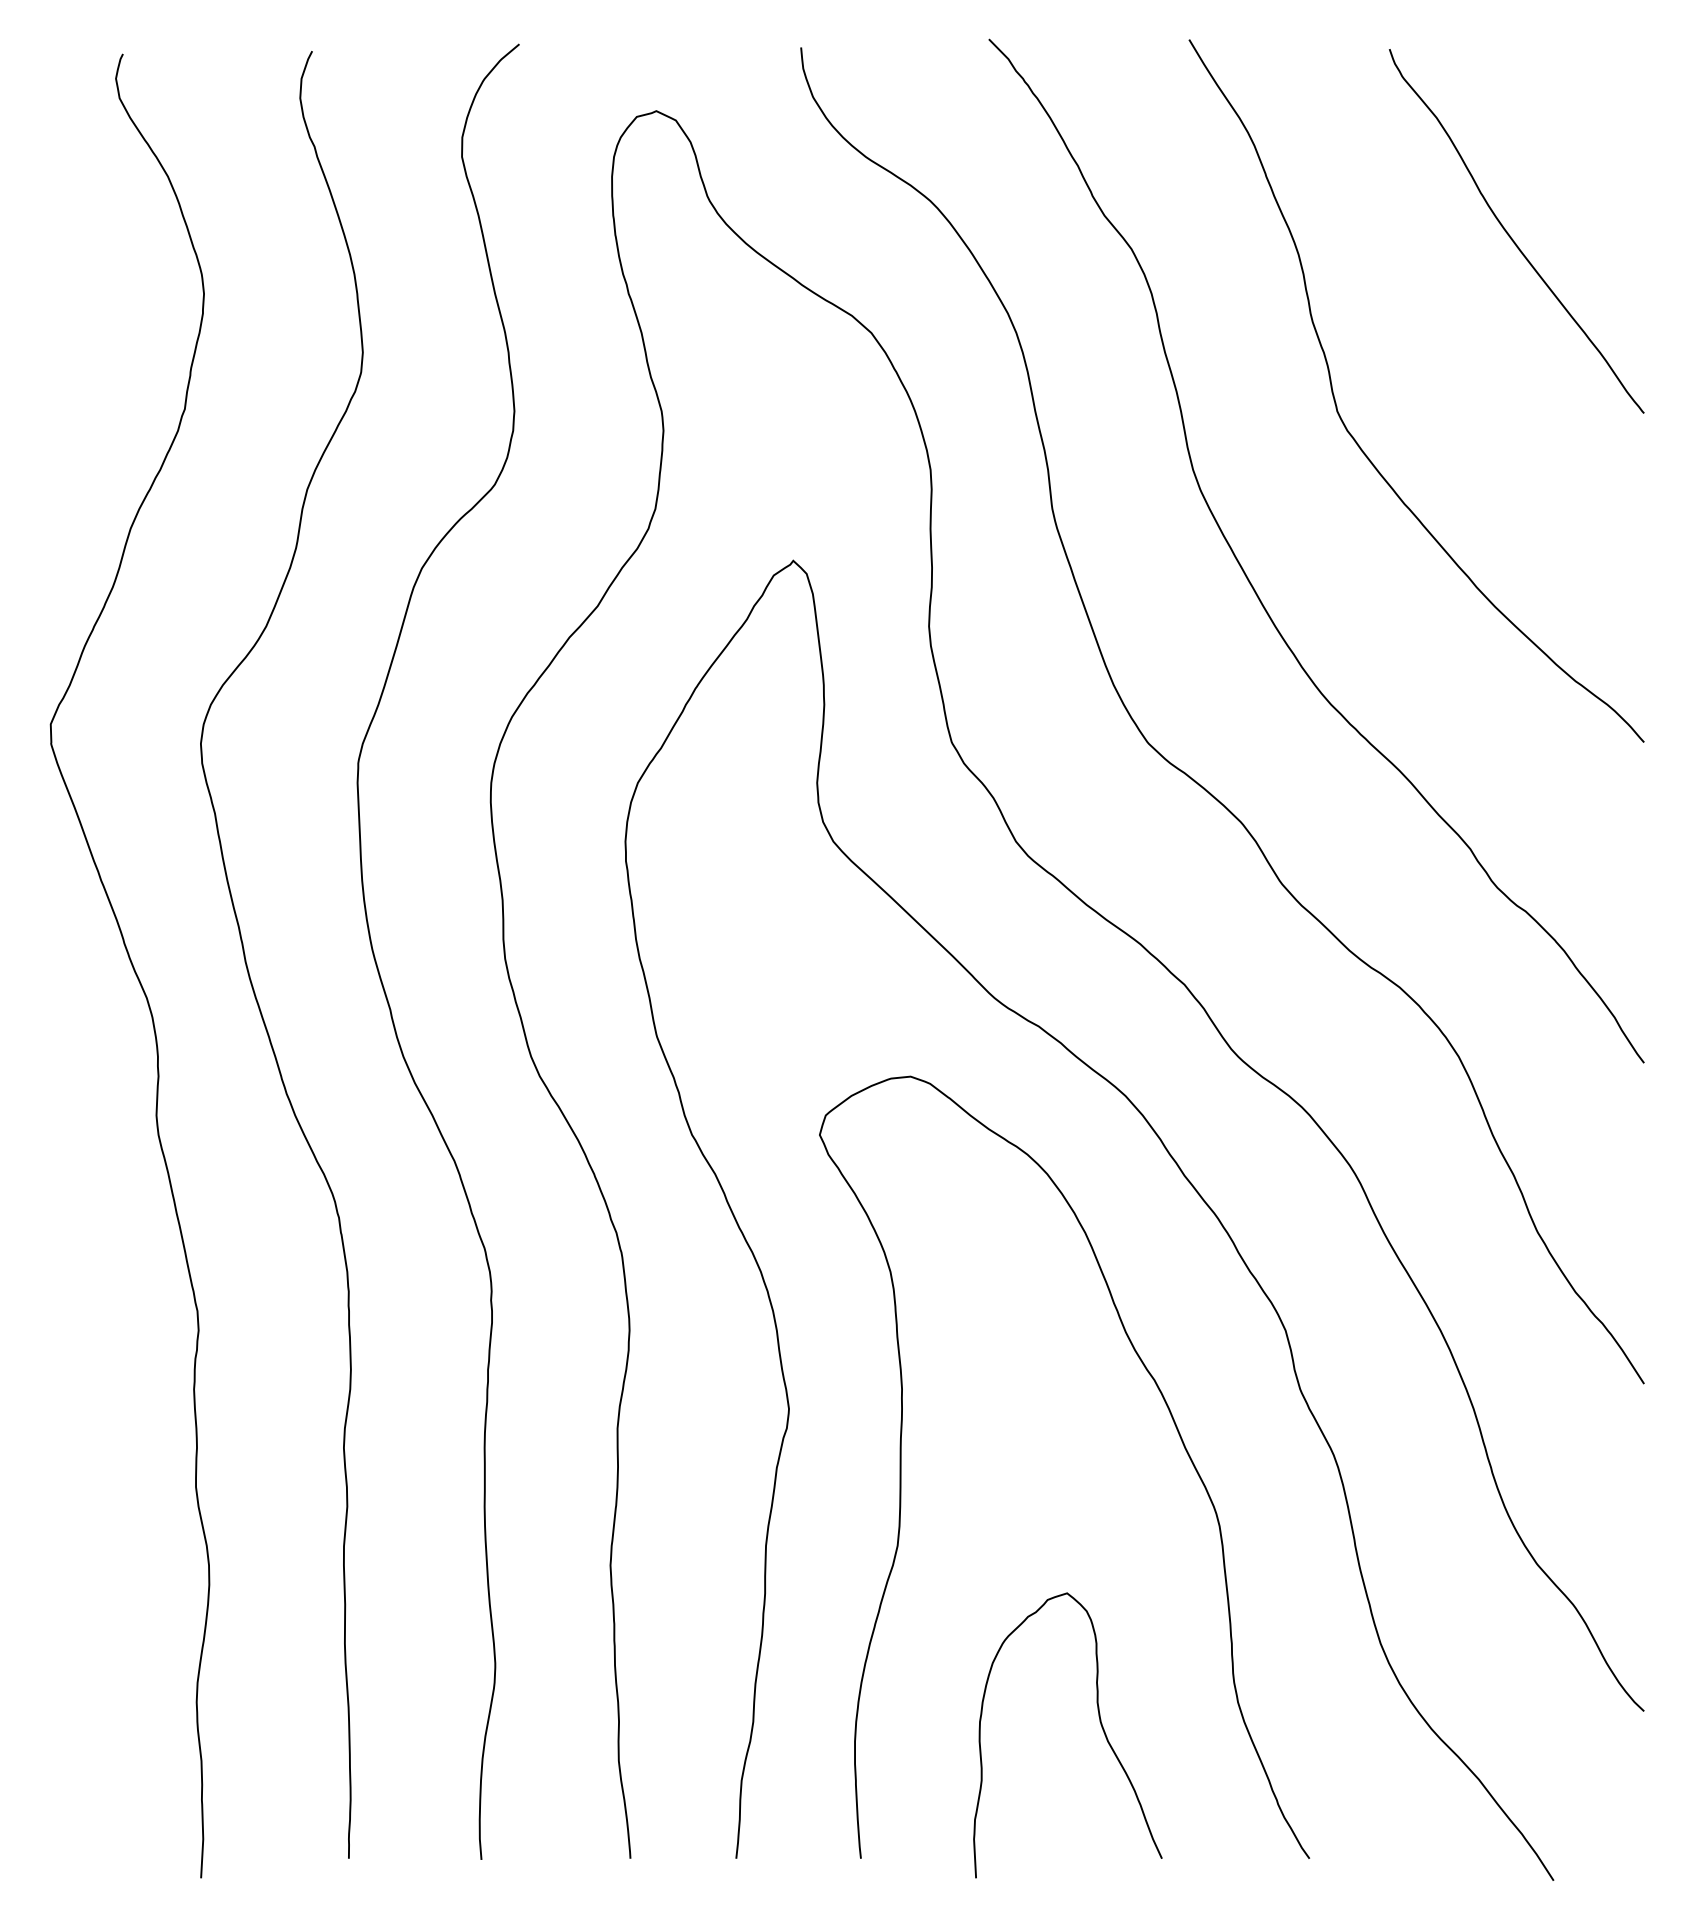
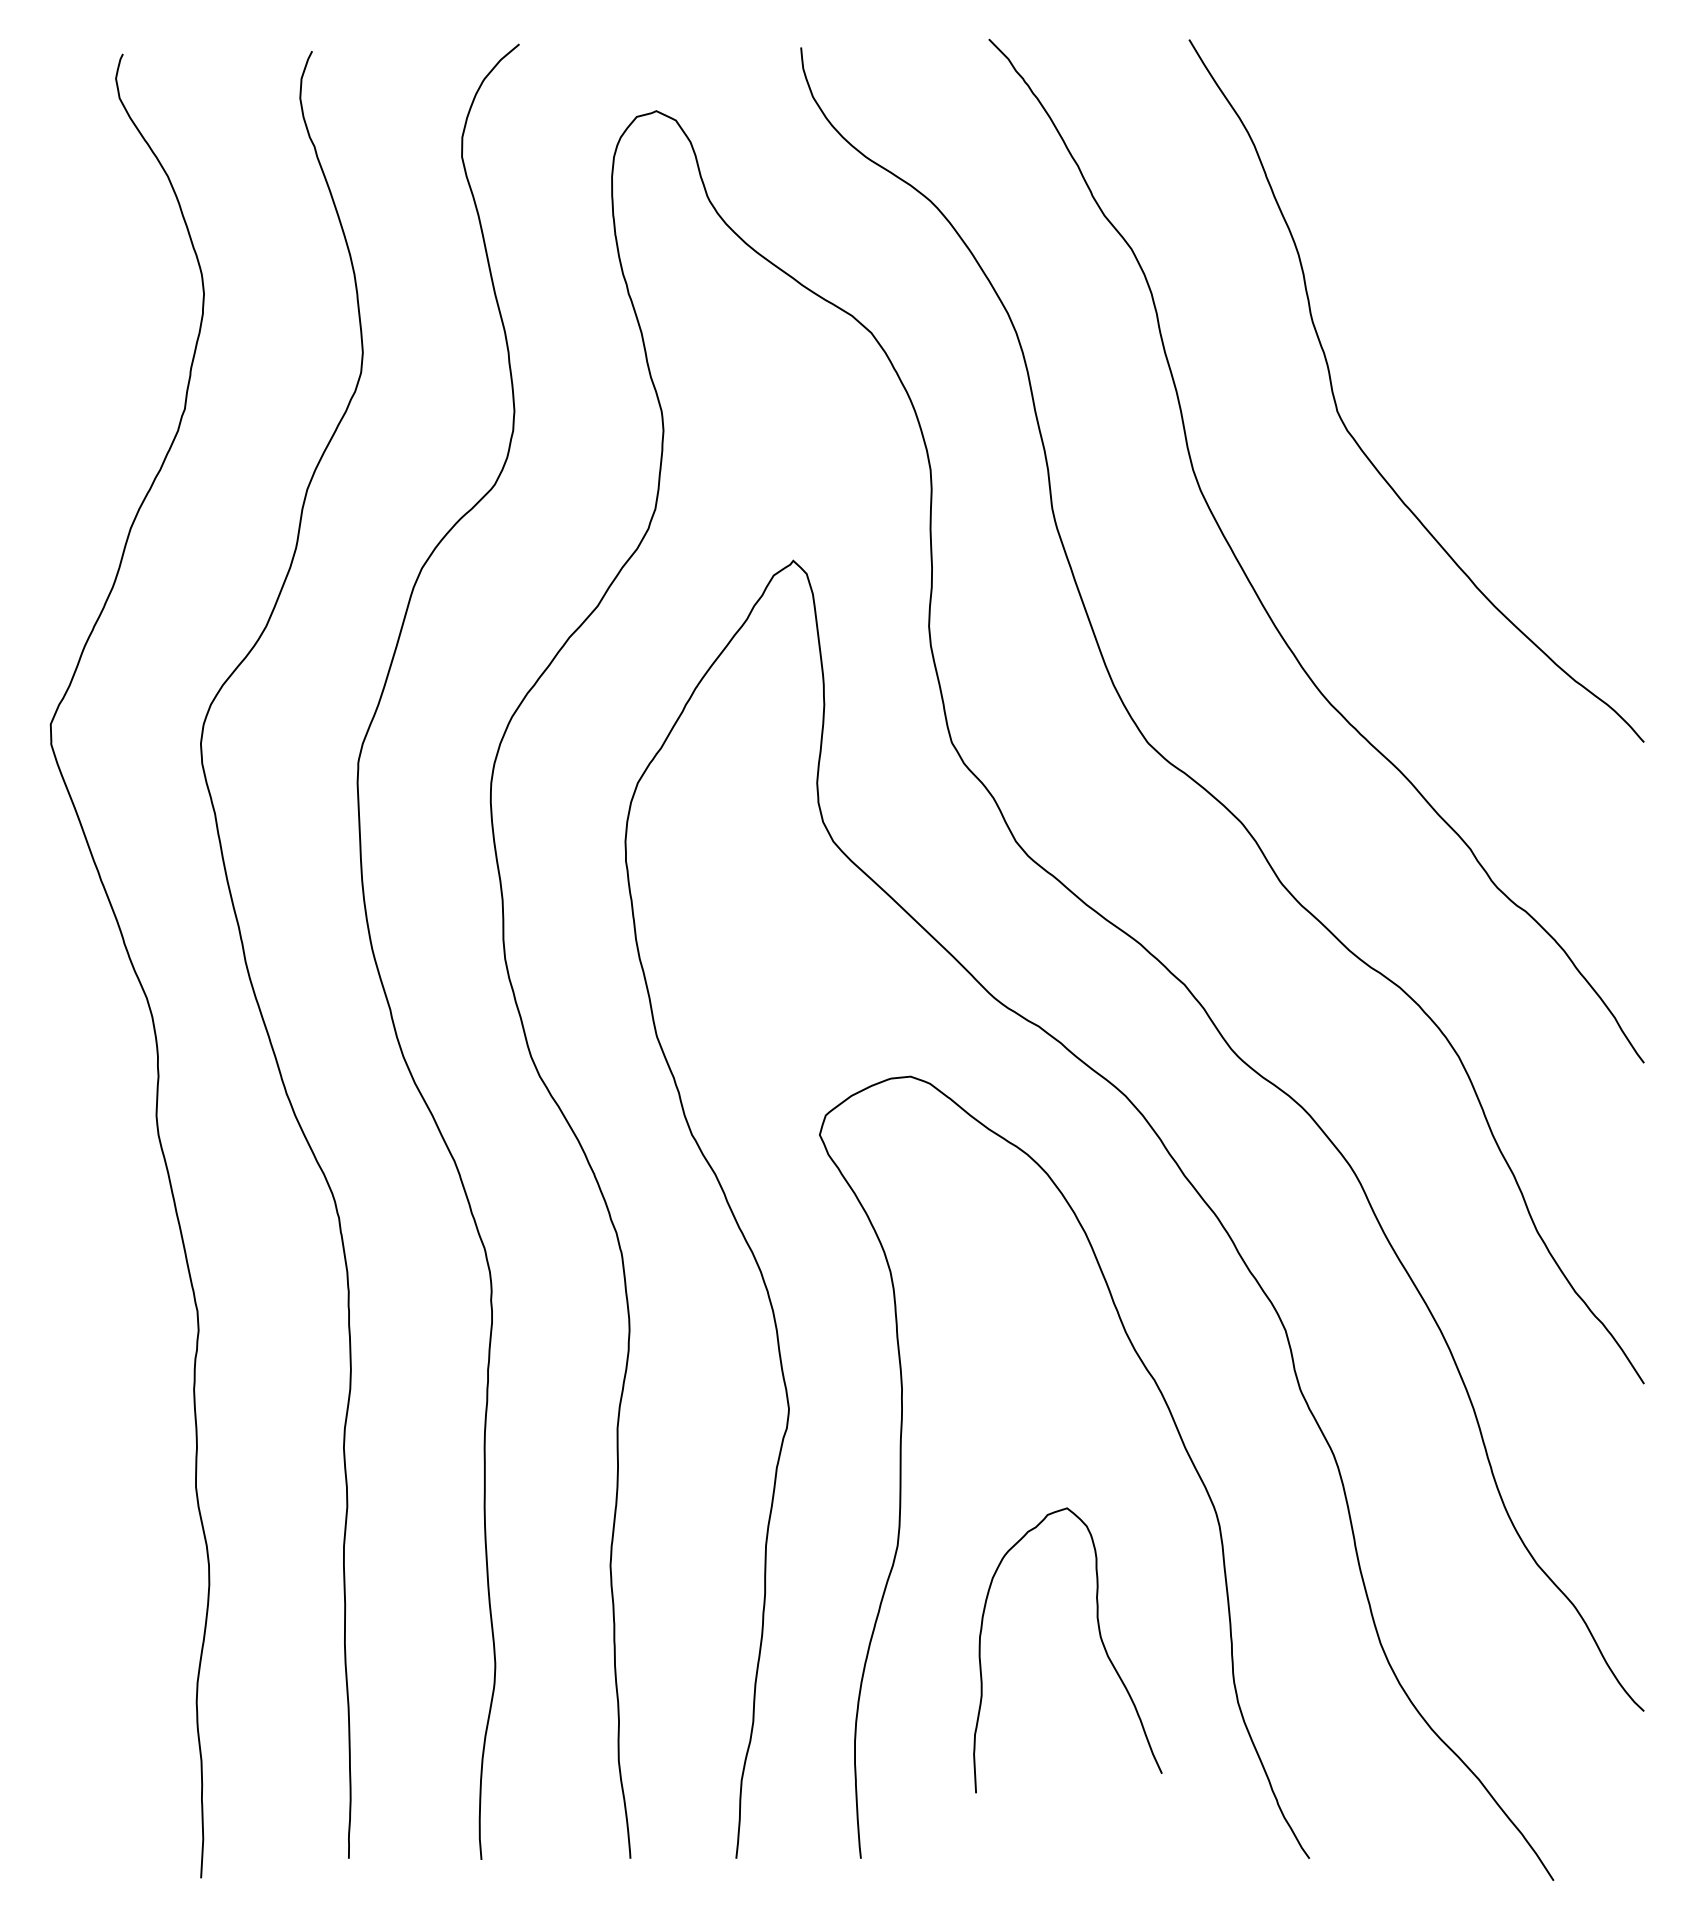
curve at (1510, 235): present -> none
curve at (1100, 1724) position: (1100, 1724) -> (1100, 1639)
